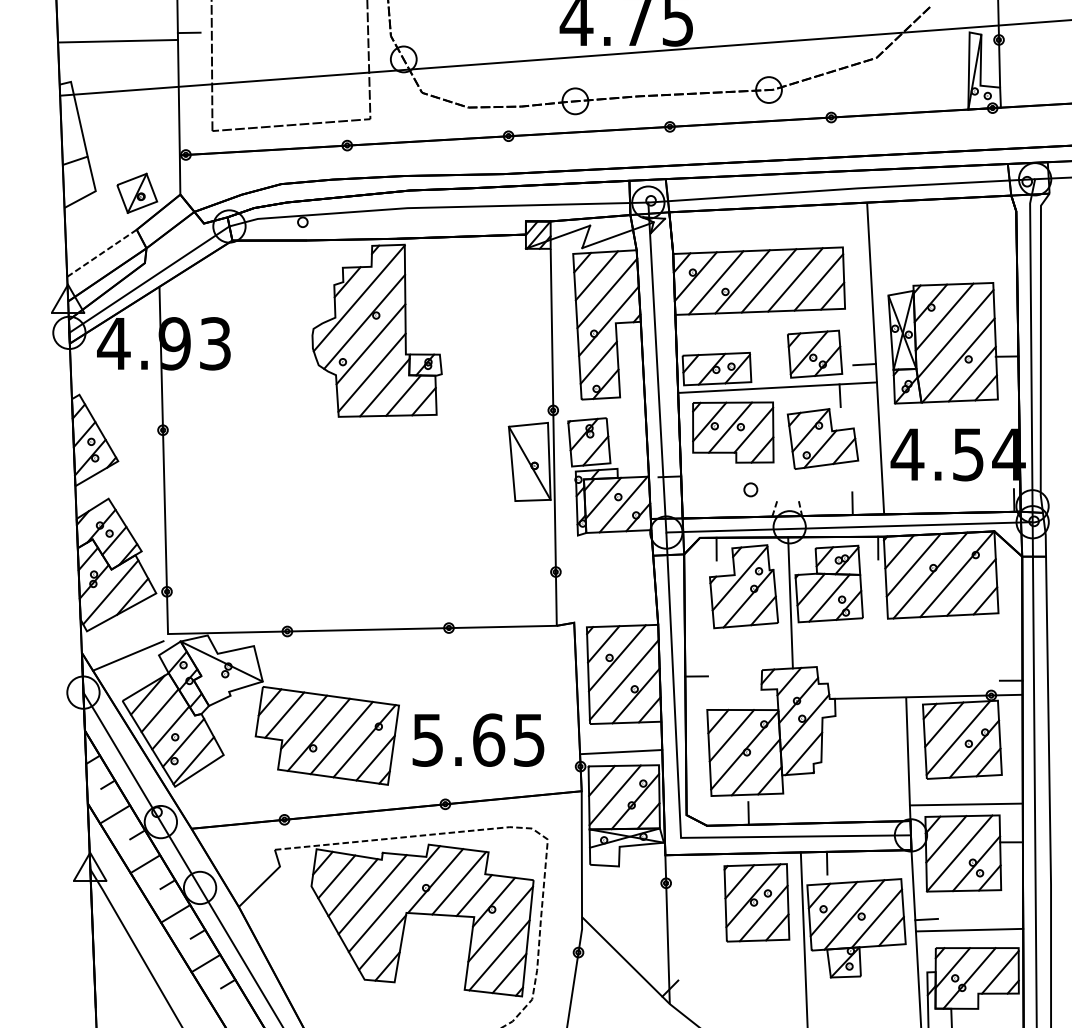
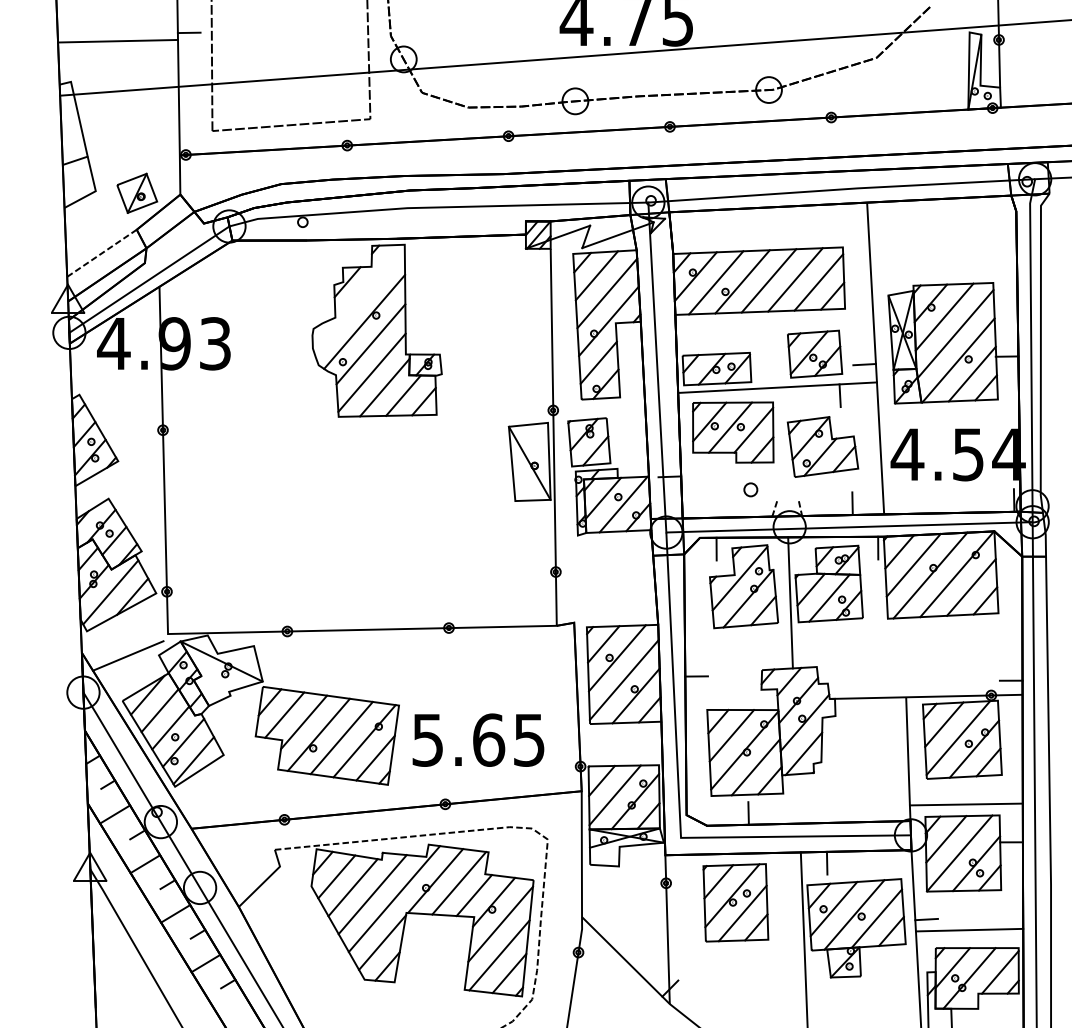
line at (358, 298): present -> none
part at (822, 438) position: (822, 438) -> (822, 446)
line at (621, 752): present -> none
part at (756, 902) position: (756, 902) -> (735, 902)
